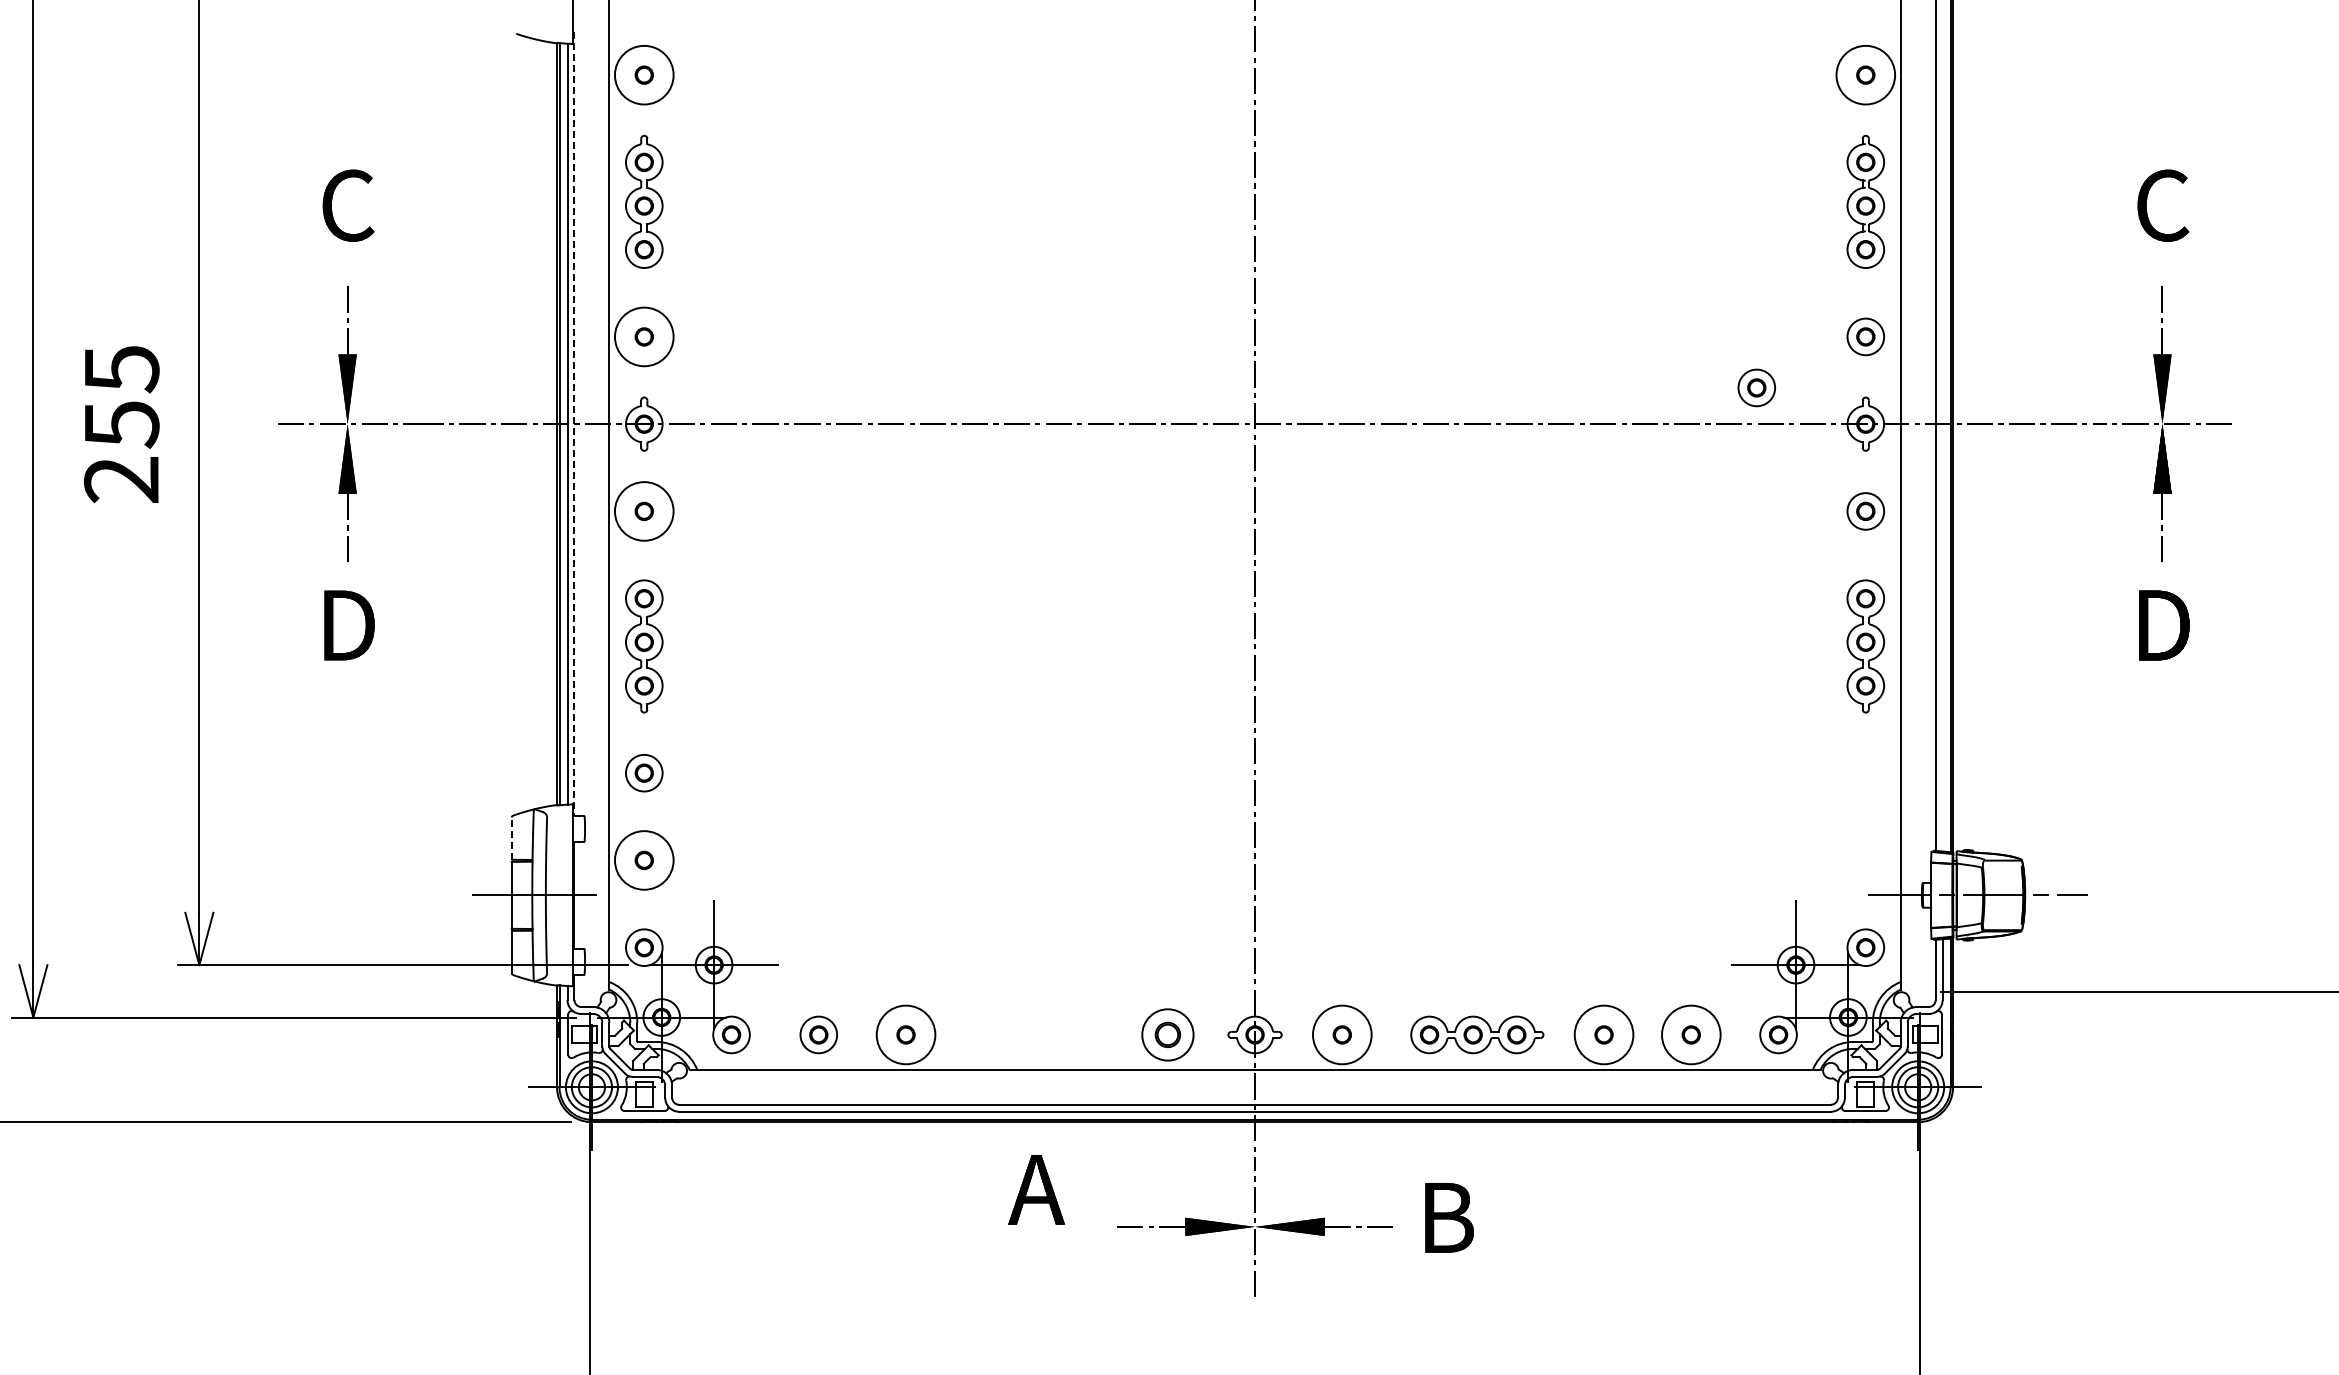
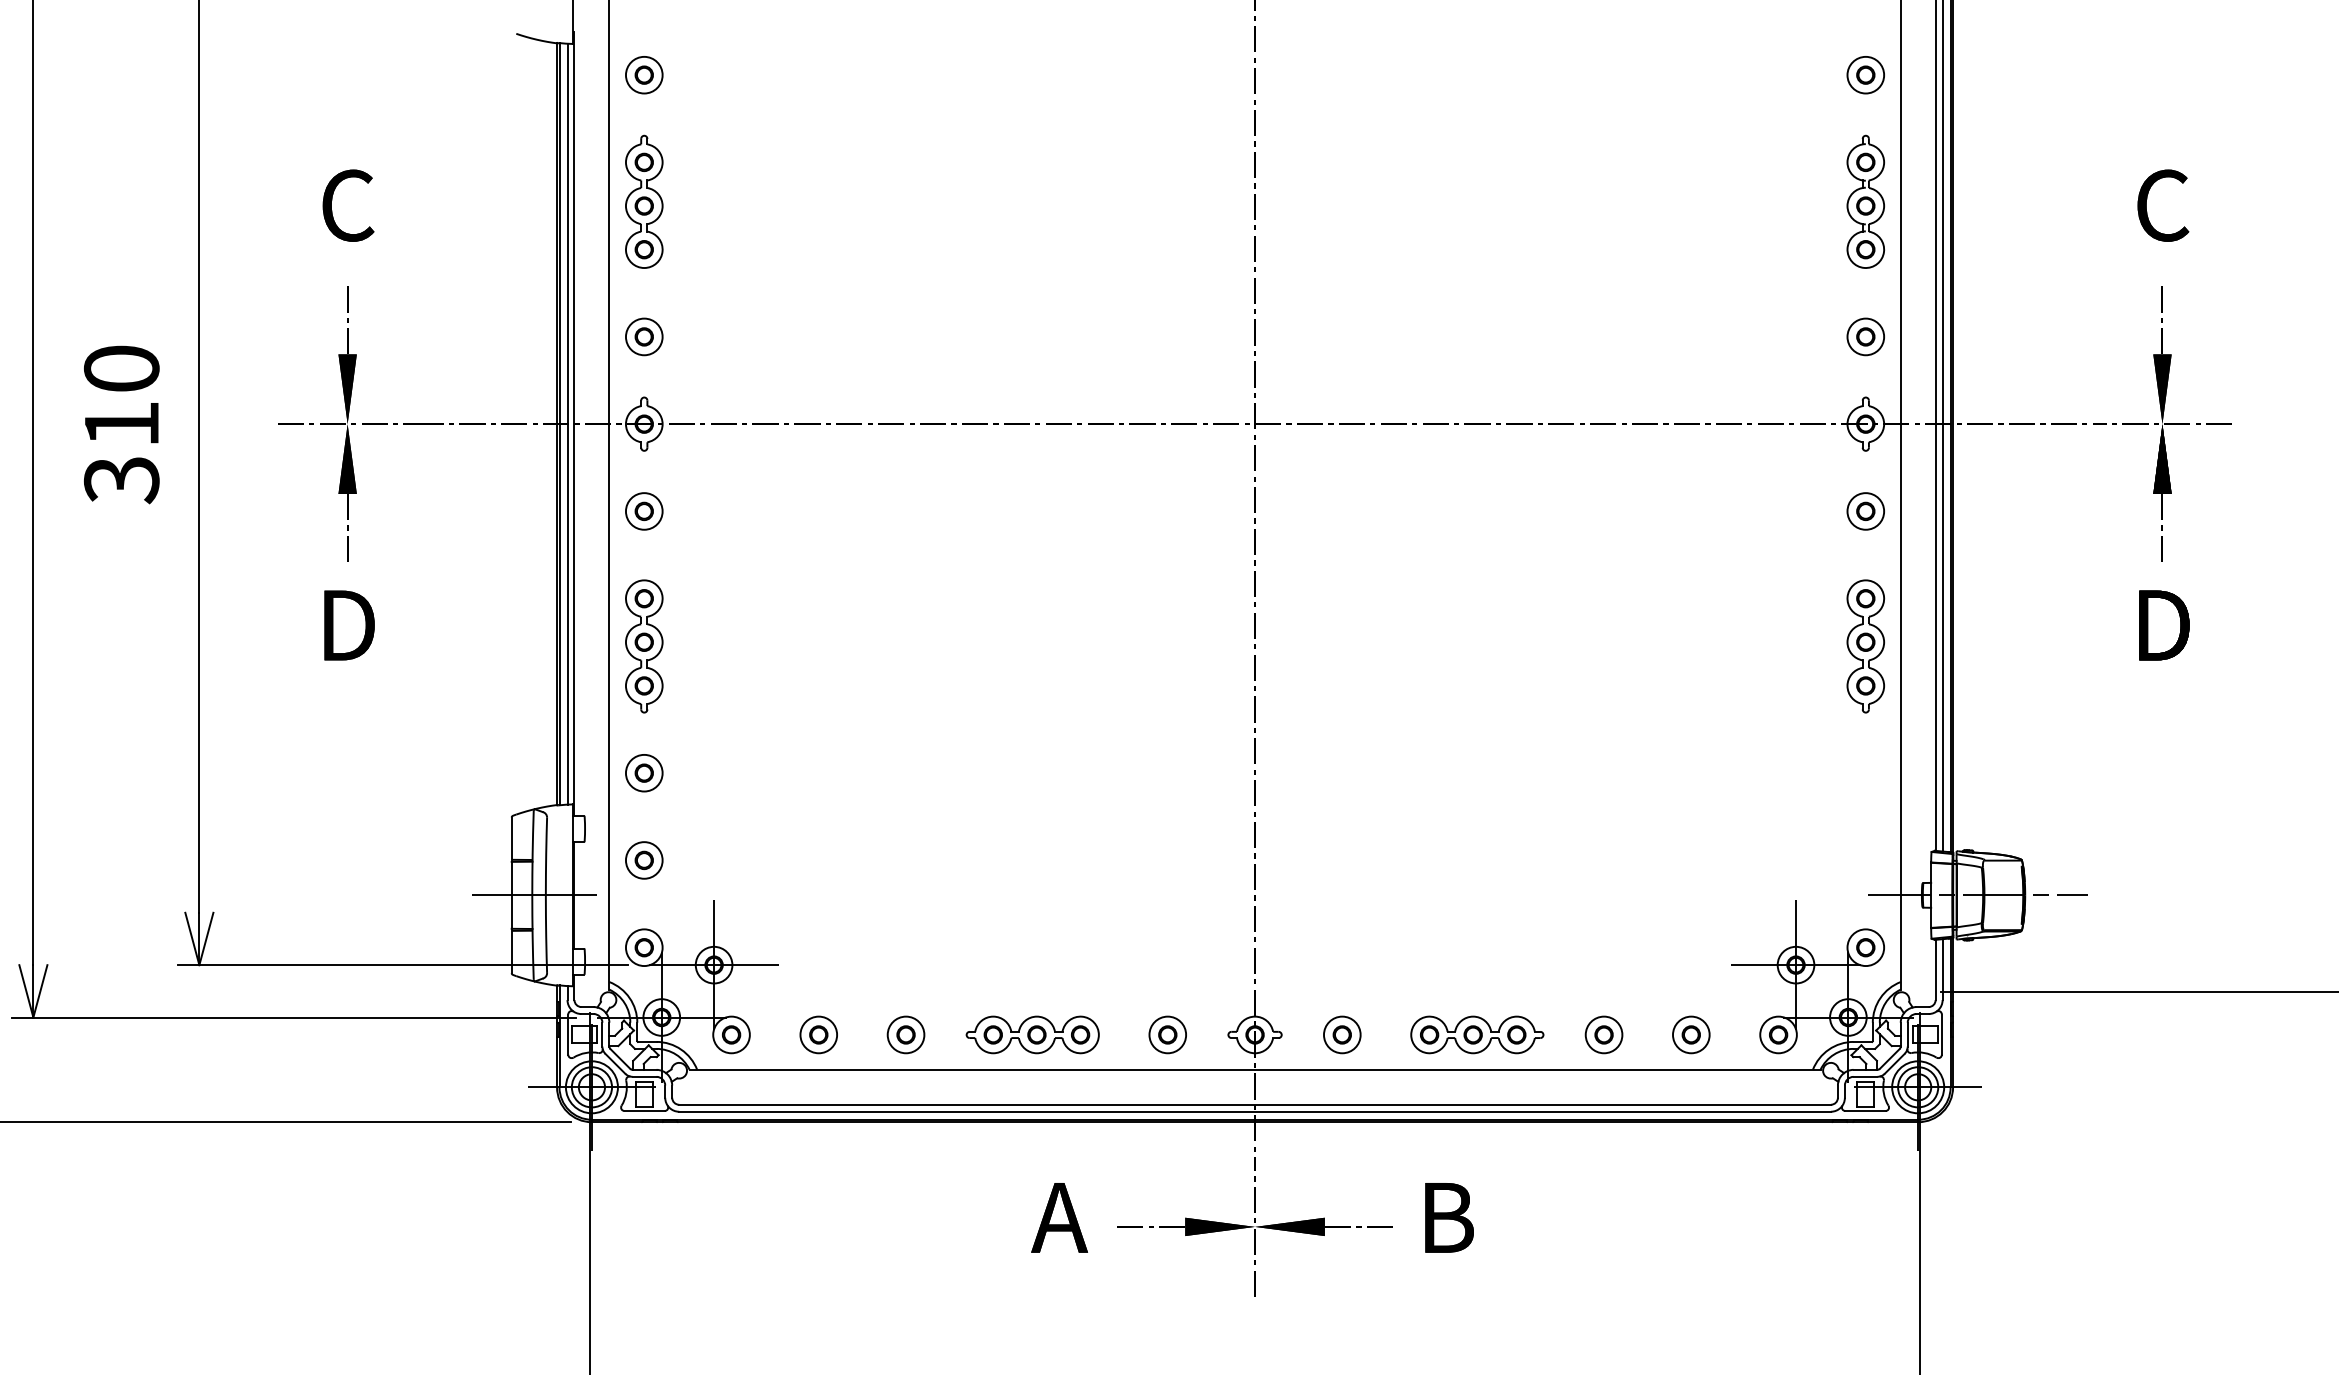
circle at (643, 74) diameter: 59 px -> 37 px
circle at (1865, 74) diameter: 59 px -> 37 px
circle at (643, 336) diameter: 59 px -> 37 px
part at (1756, 387): present -> none
text at (121, 424): 255 -> 310
line at (574, 424): dashed -> solid
line at (1942, 426): none -> present
circle at (643, 511) diameter: 59 px -> 37 px
line at (511, 838): dashed -> solid
circle at (643, 860) diameter: 59 px -> 37 px
circle at (905, 1034) diameter: 59 px -> 37 px
part at (1032, 1034): none -> present
part at (1167, 1034) size: 54x54 px -> 39x40 px
circle at (1342, 1034) diameter: 59 px -> 37 px
circle at (1603, 1034) diameter: 59 px -> 37 px
circle at (1691, 1034) diameter: 59 px -> 37 px
text at (1036, 1189) position: (1036, 1189) -> (1059, 1217)
